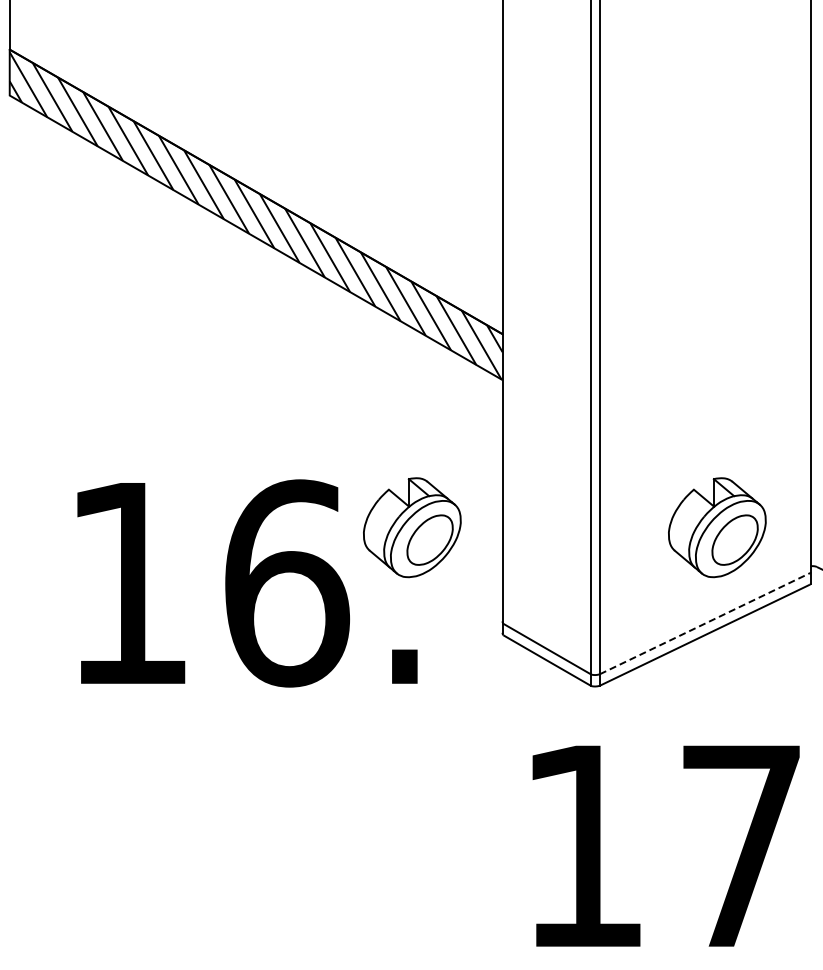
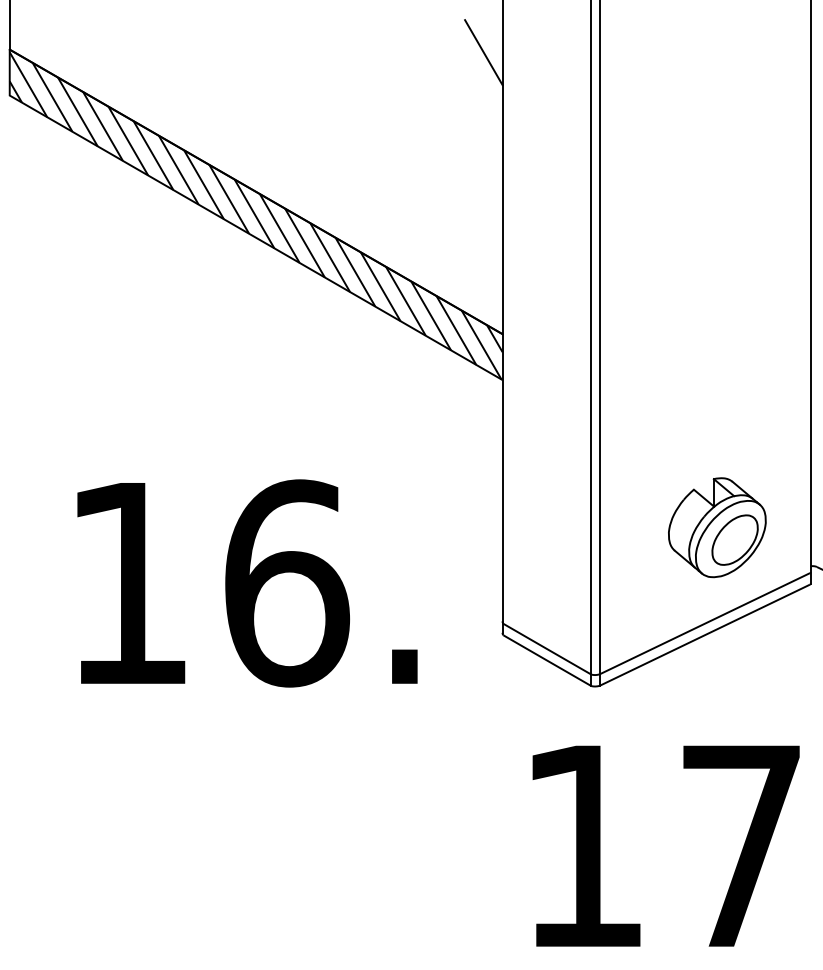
line at (483, 52): none -> present
part at (412, 527): present -> none
line at (704, 623): dashed -> solid
